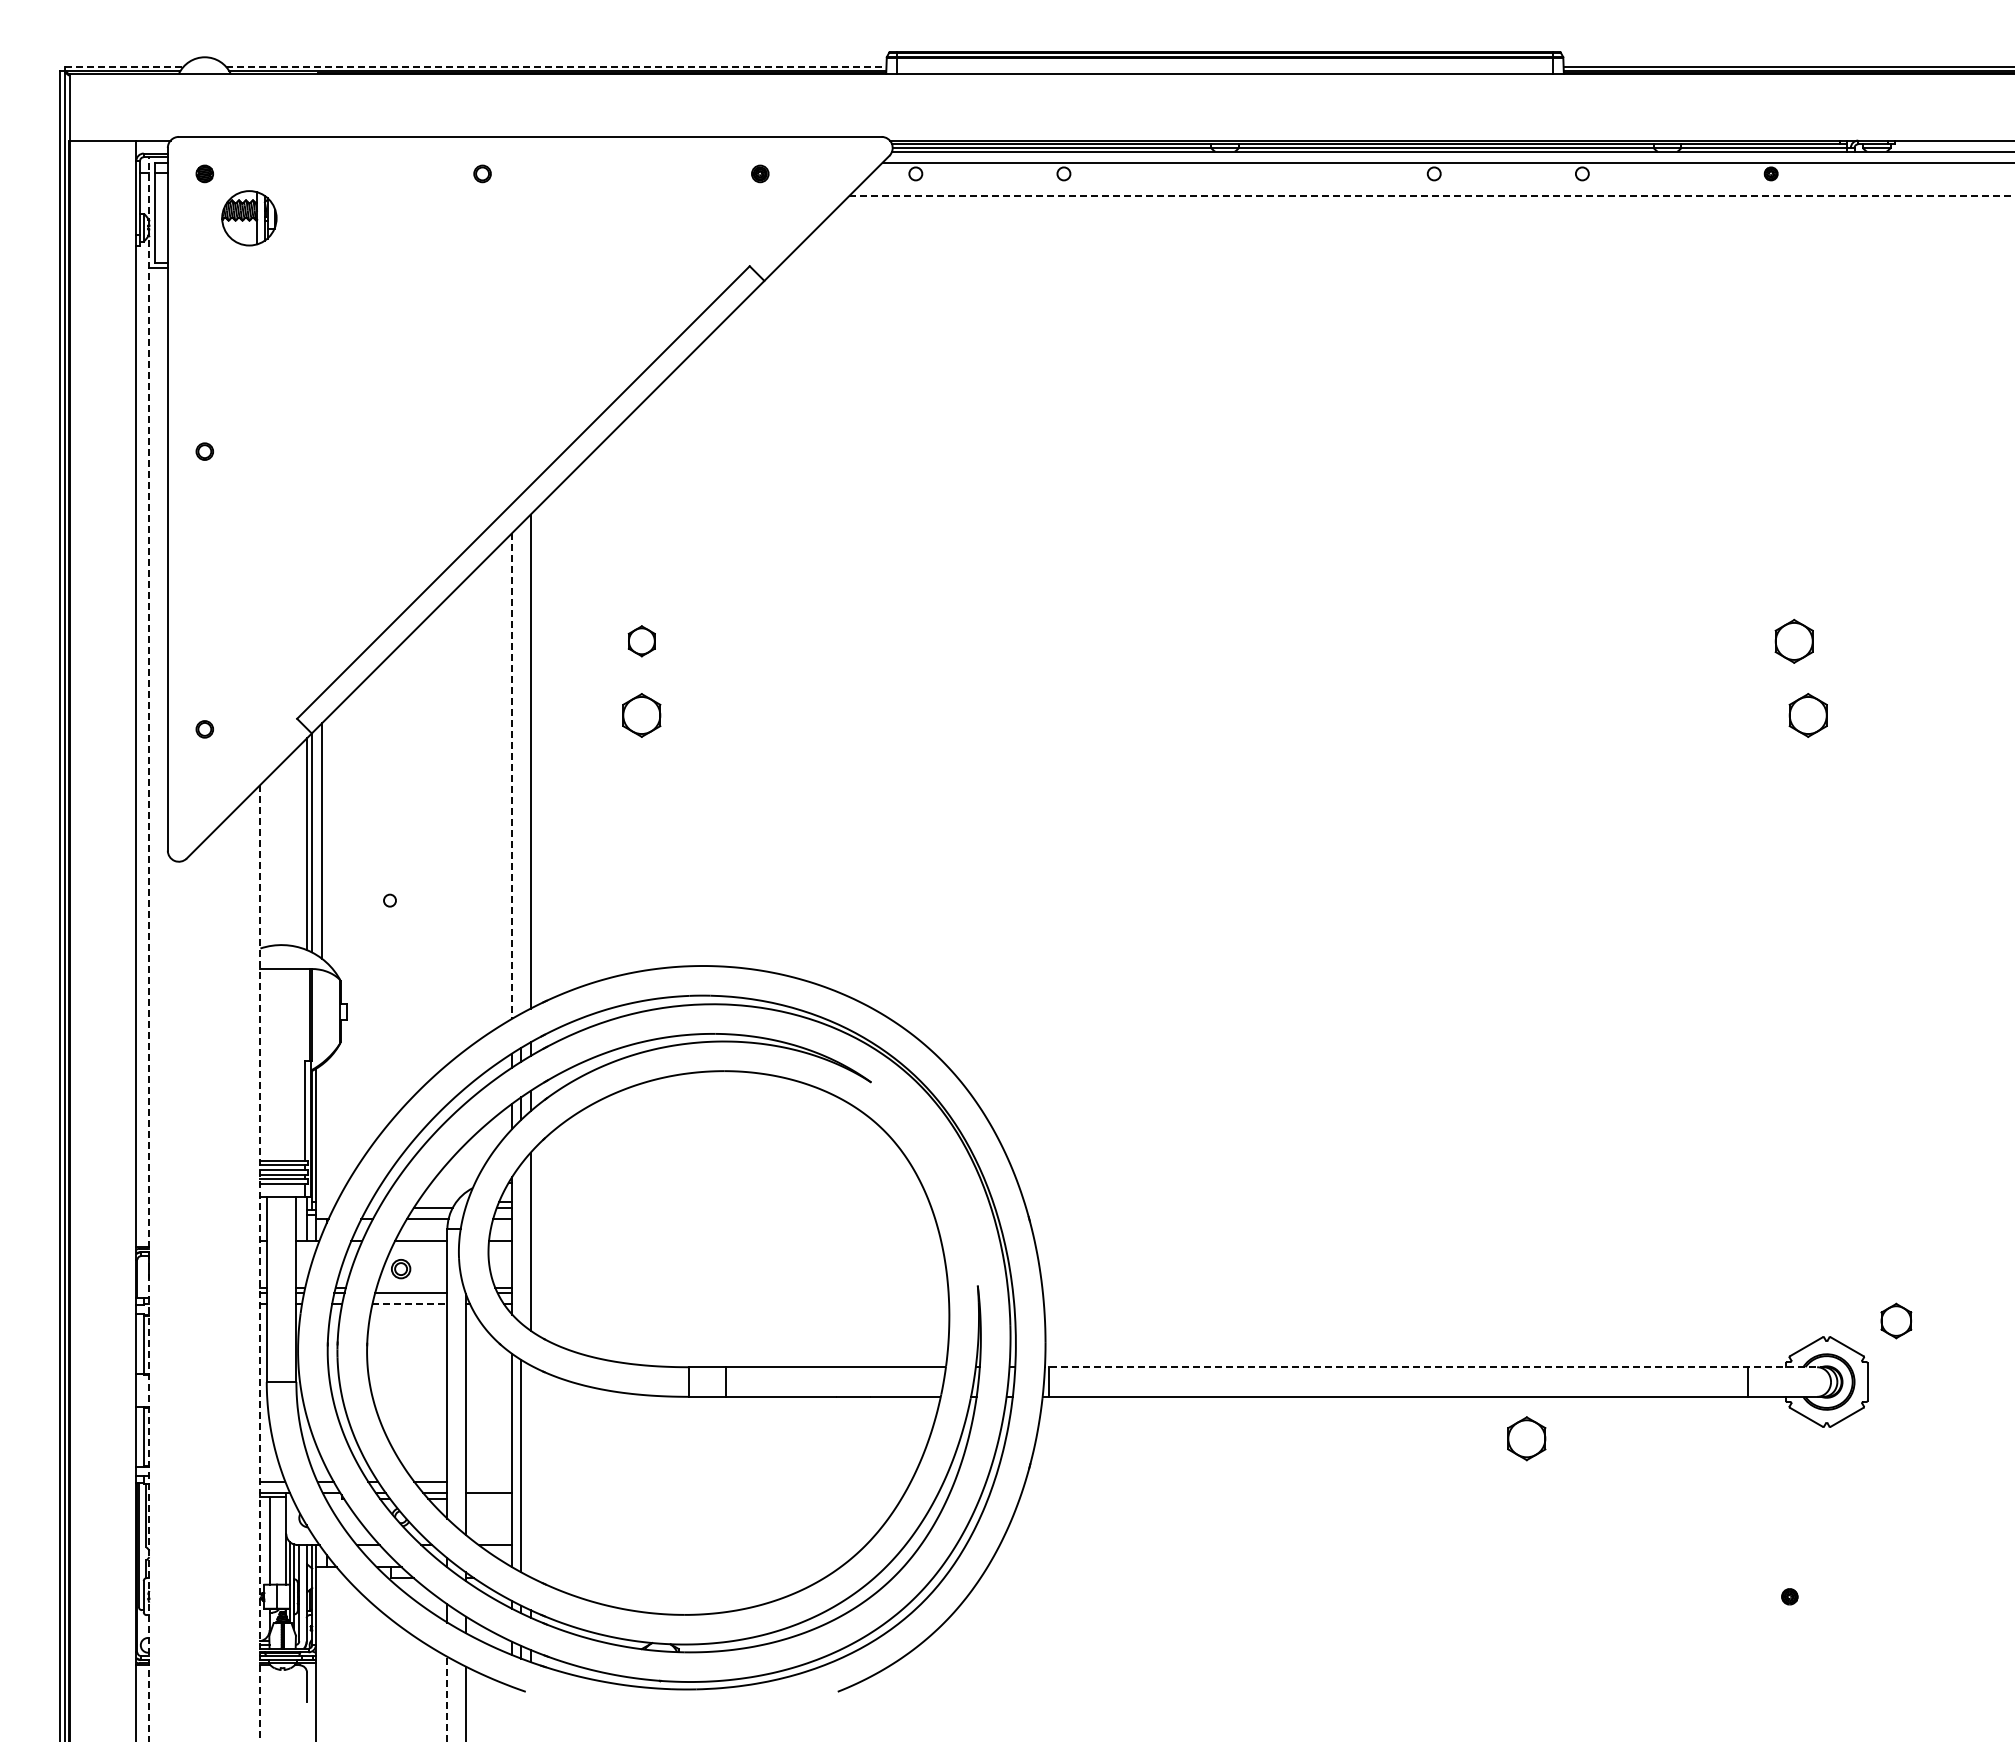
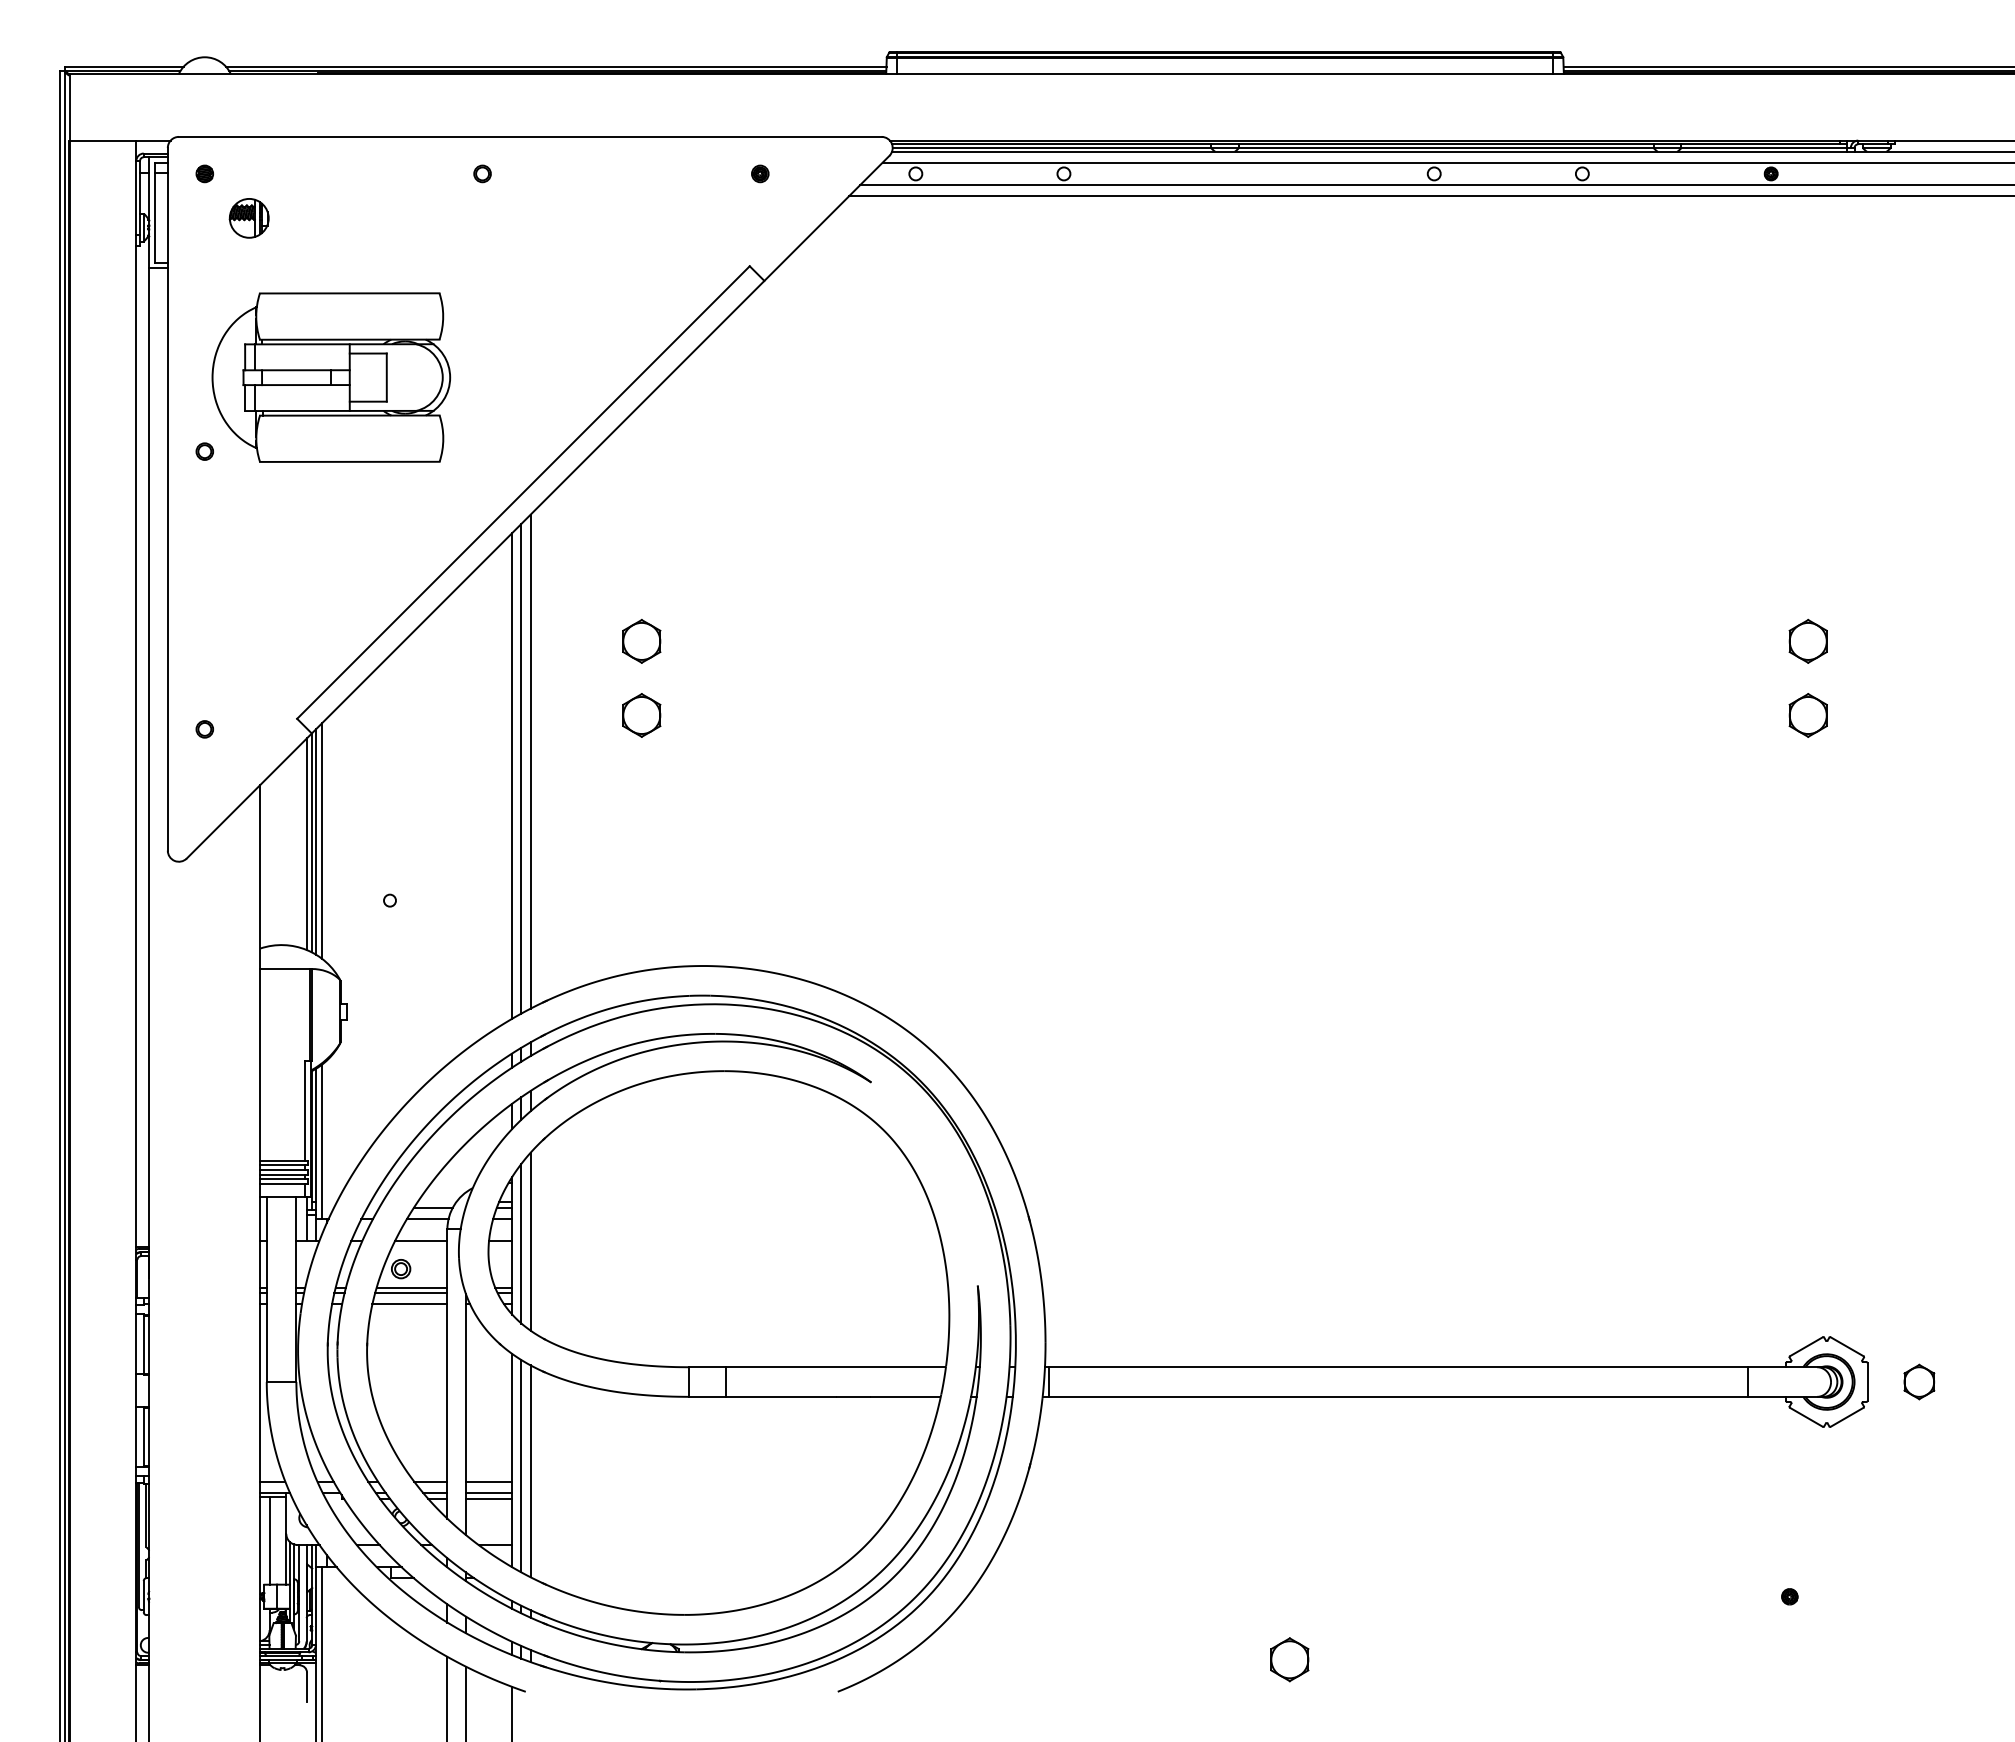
line at (124, 66): dashed -> solid
line at (556, 66): dashed -> solid
line at (1435, 185): none -> present
line at (1432, 196): dashed -> solid
part at (249, 218) size: 57x57 px -> 42x41 px
part at (331, 377): none -> present
part at (1793, 640) position: (1793, 640) -> (1807, 640)
part at (641, 641) size: 29x33 px -> 40x46 px
line at (521, 768): none -> present
line at (512, 775): dashed -> solid
line at (315, 841): none -> present
line at (149, 949): dashed -> solid
line at (321, 1141): none -> present
line at (521, 1243): none -> present
line at (260, 1263): dashed -> solid
line at (411, 1287): none -> present
line at (410, 1304): dashed -> solid
part at (1896, 1320) position: (1896, 1320) -> (1919, 1381)
line at (1435, 1367): dashed -> solid
part at (1526, 1438) position: (1526, 1438) -> (1289, 1659)
line at (530, 1471): none -> present
line at (488, 1482): none -> present
line at (488, 1498): none -> present
line at (321, 1652): none -> present
line at (447, 1698): dashed -> solid
line at (512, 1712): none -> present
